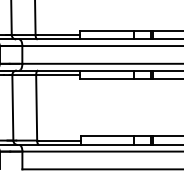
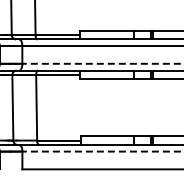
line at (102, 63): solid -> dashed
line at (102, 151): solid -> dashed
